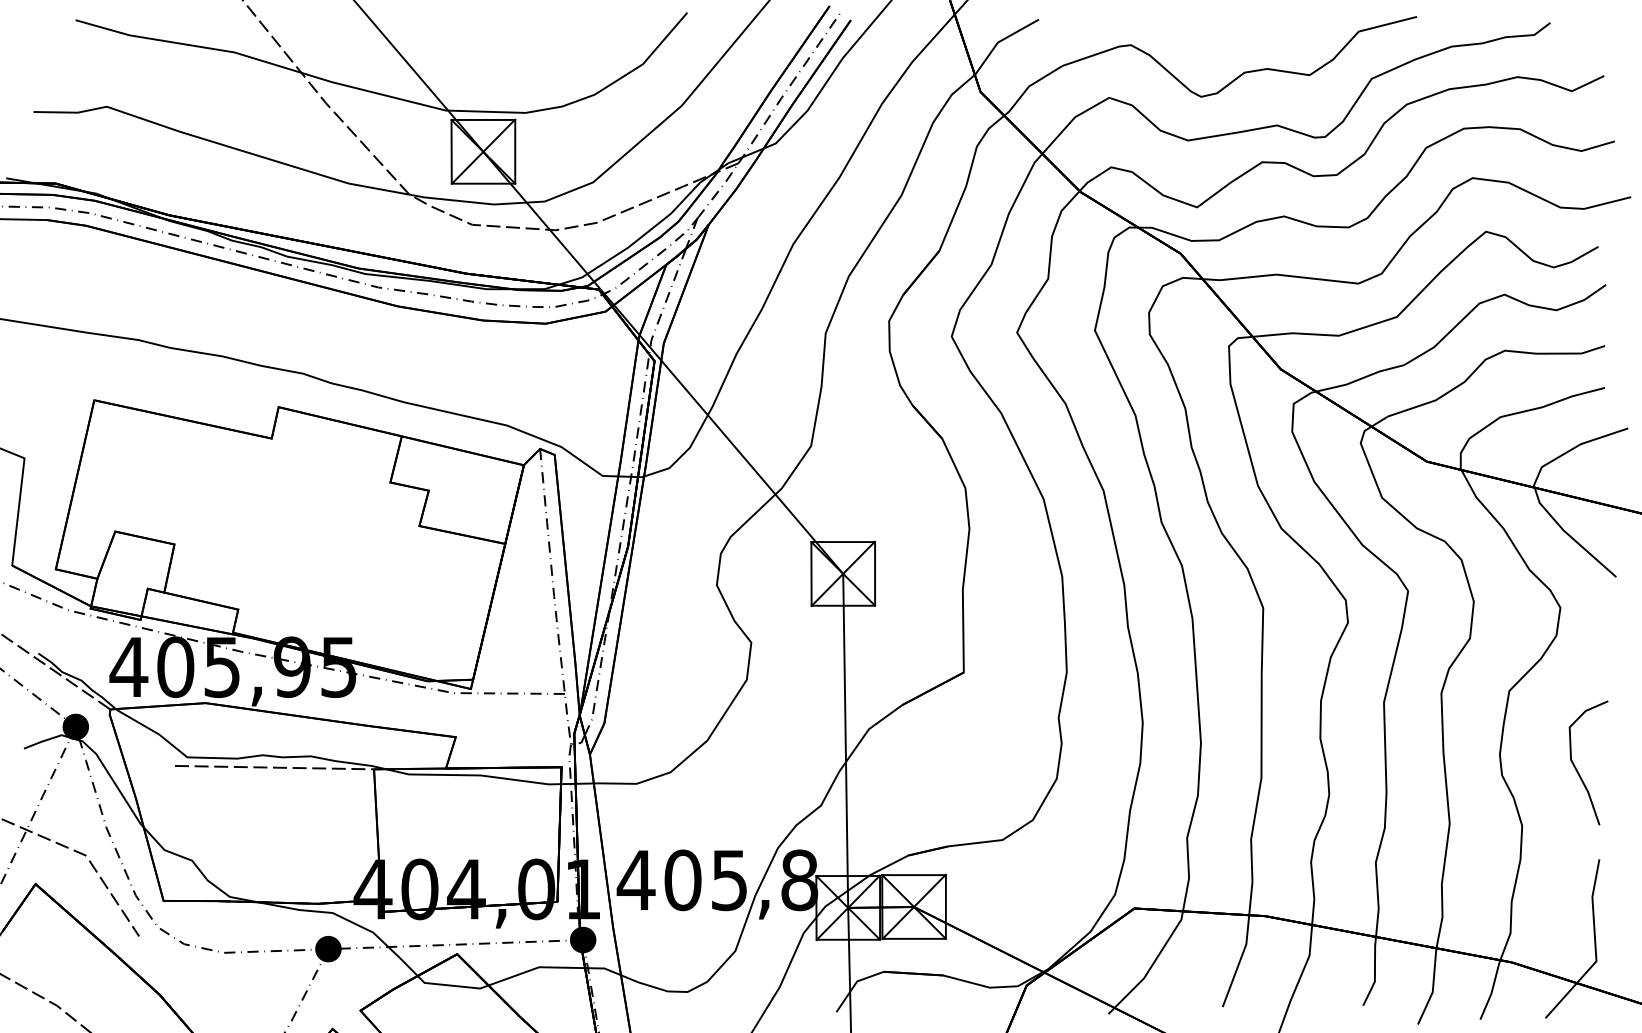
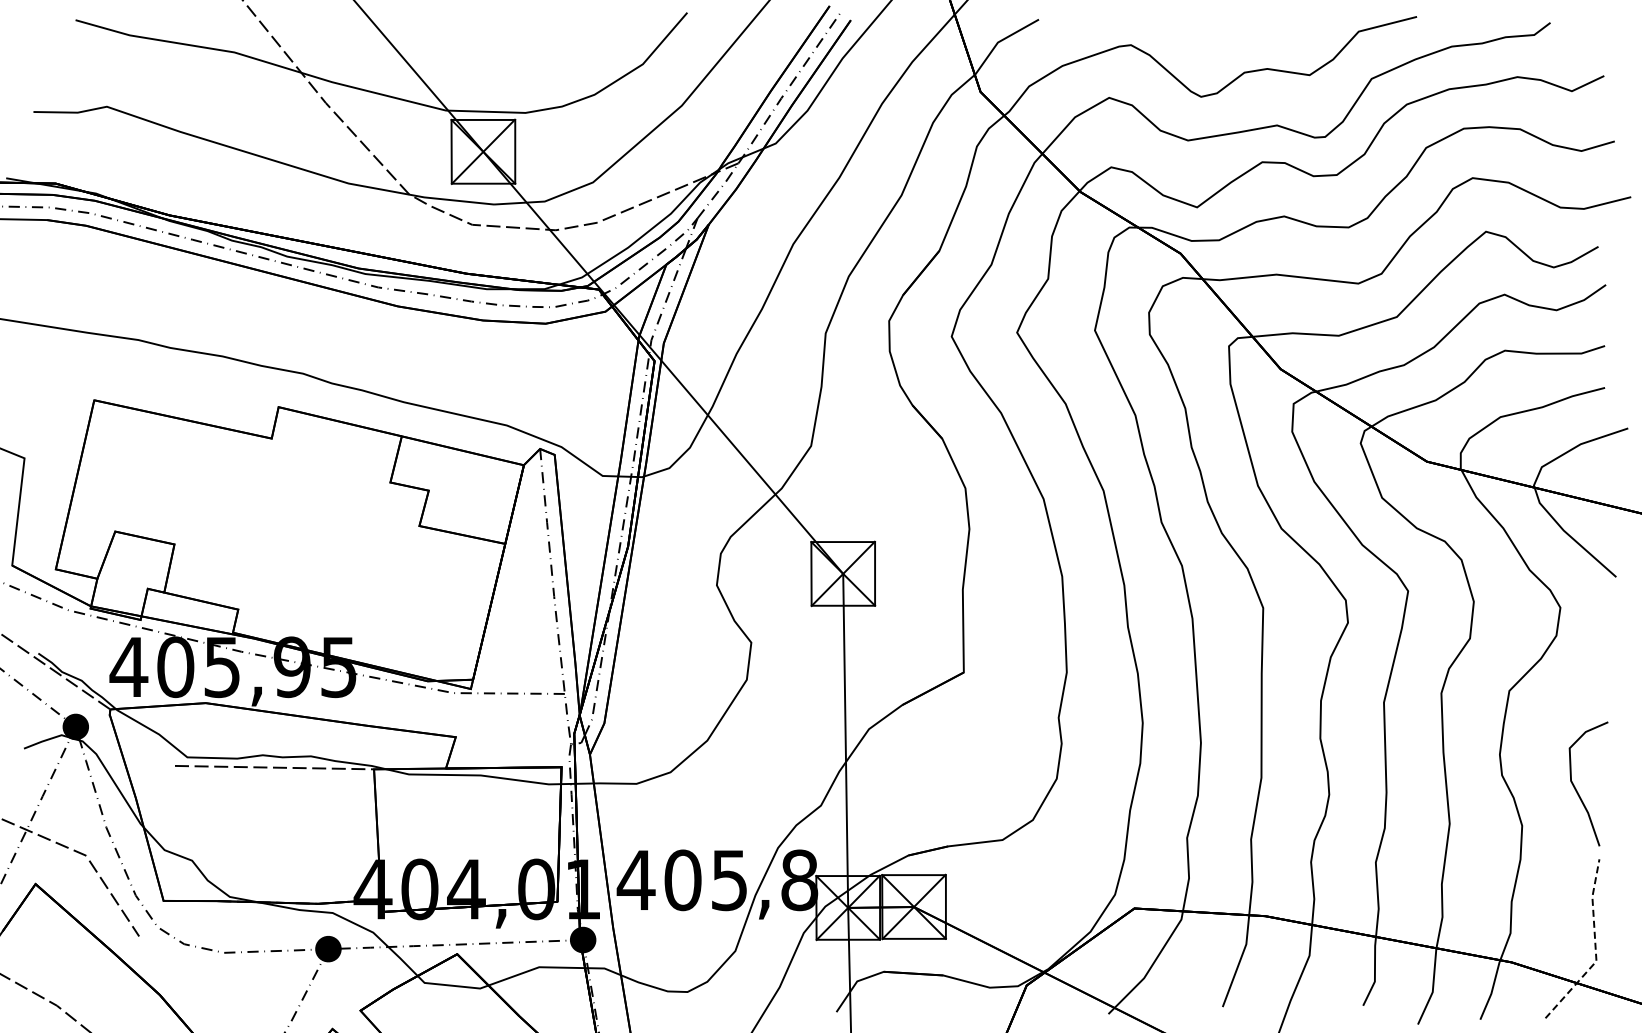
curve at (1576, 767) position: (1576, 767) -> (1576, 788)
line at (1595, 947): solid -> dashed
